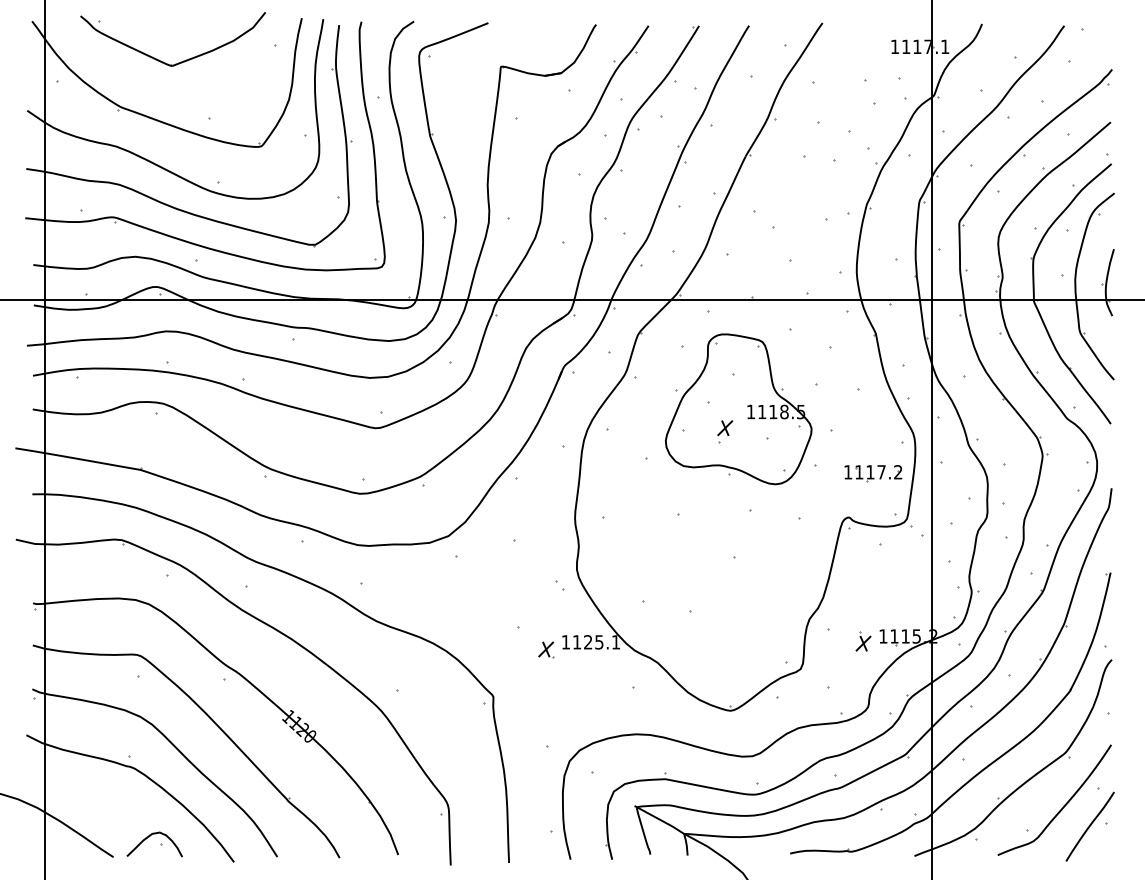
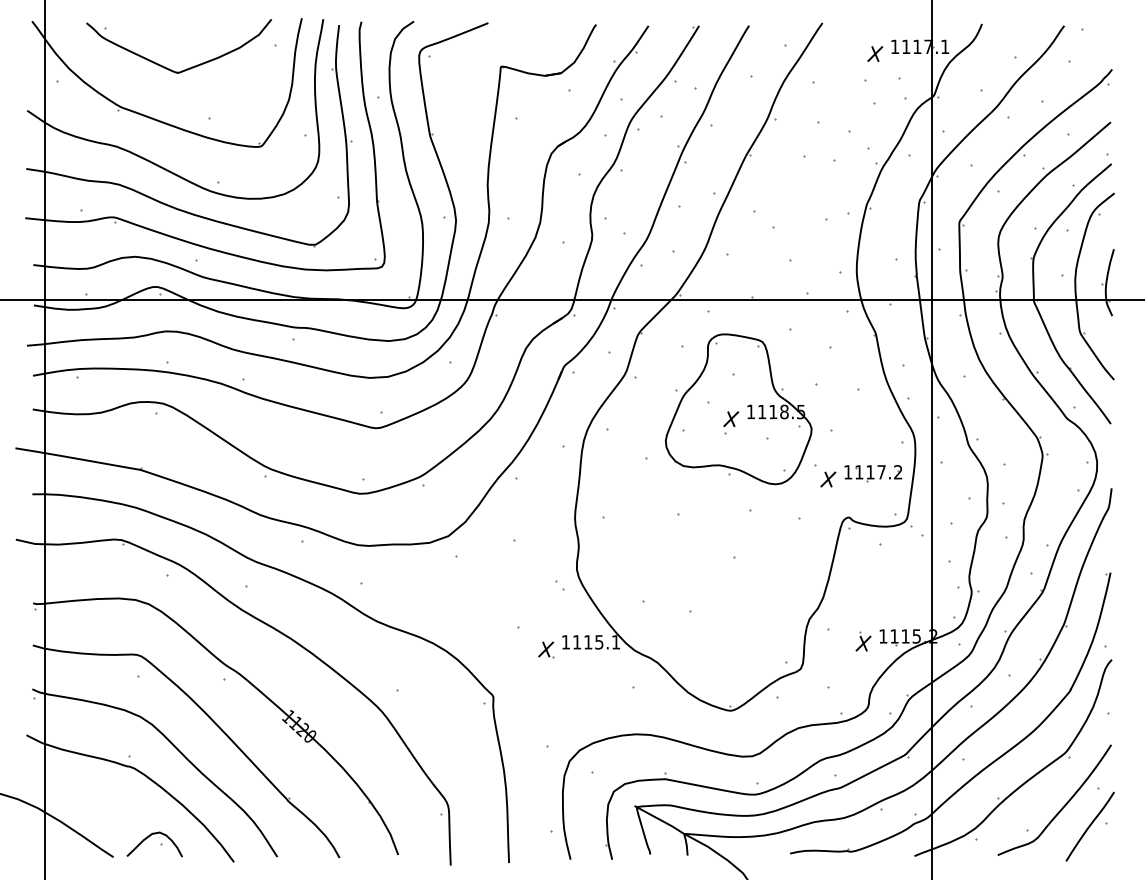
part at (875, 53): none -> present
part at (180, 61) position: (180, 61) -> (186, 68)
part at (725, 431) position: (725, 431) -> (731, 422)
part at (828, 479): none -> present
text at (588, 642): 1125.1 -> 1115.1
